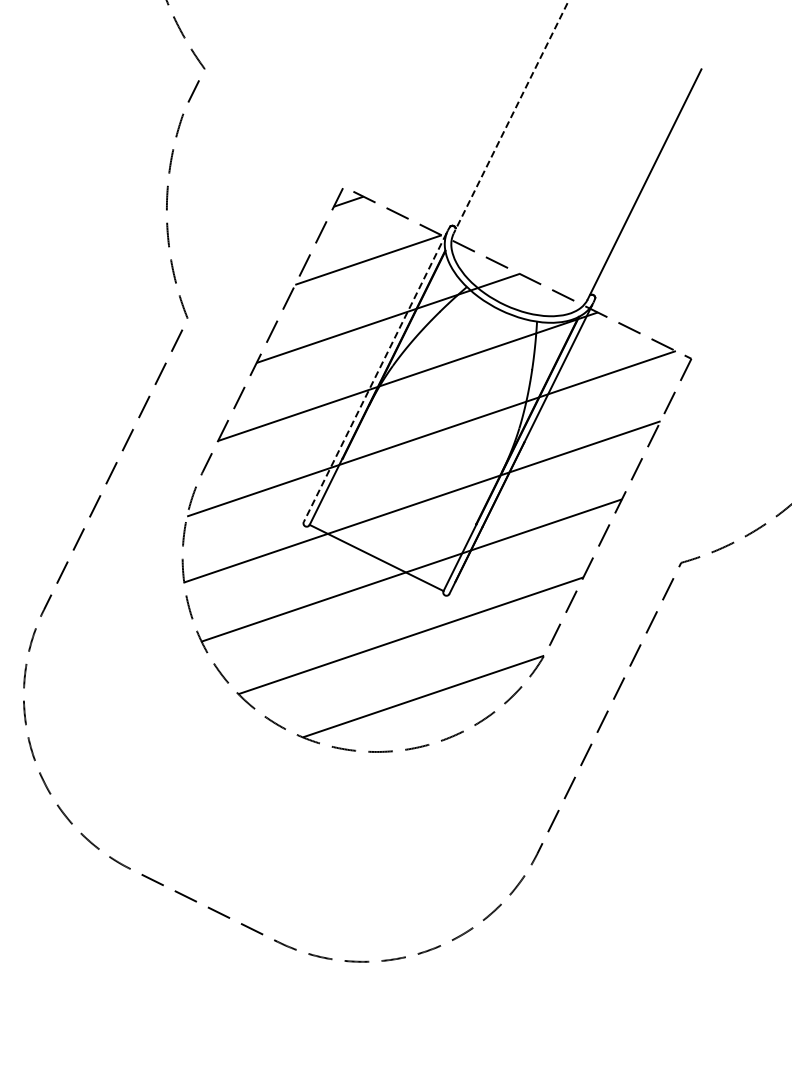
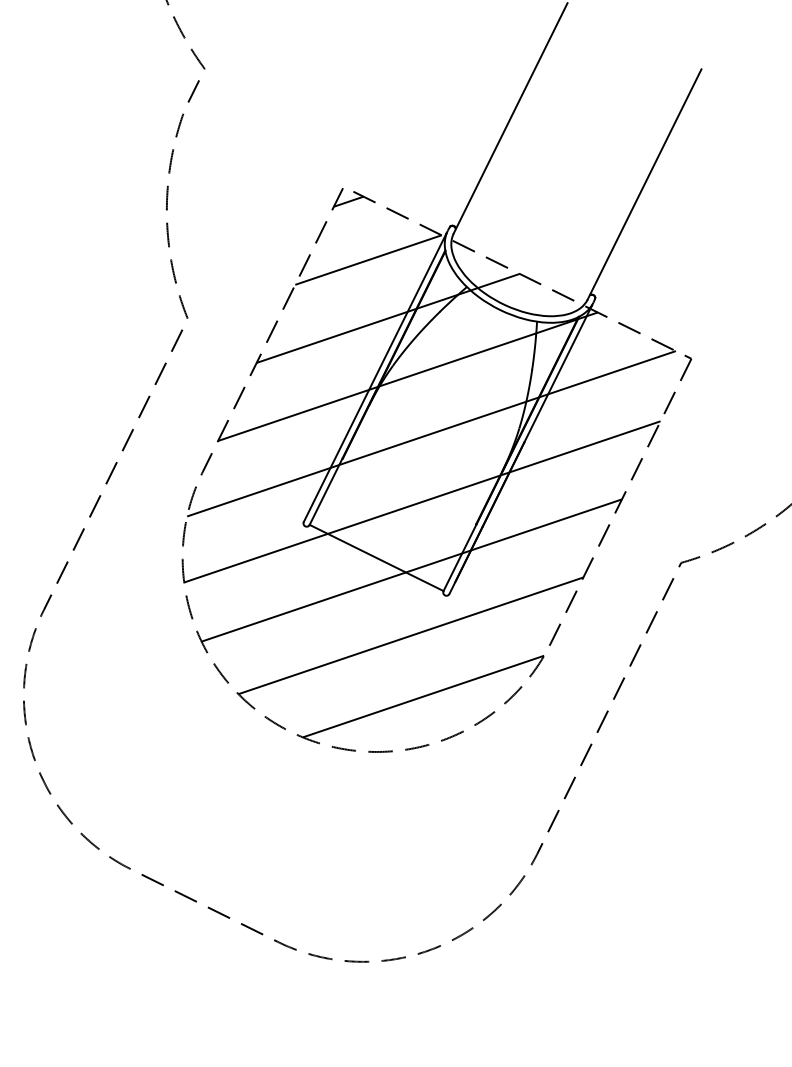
line at (510, 118): dashed -> solid
line at (375, 377): dashed -> solid
